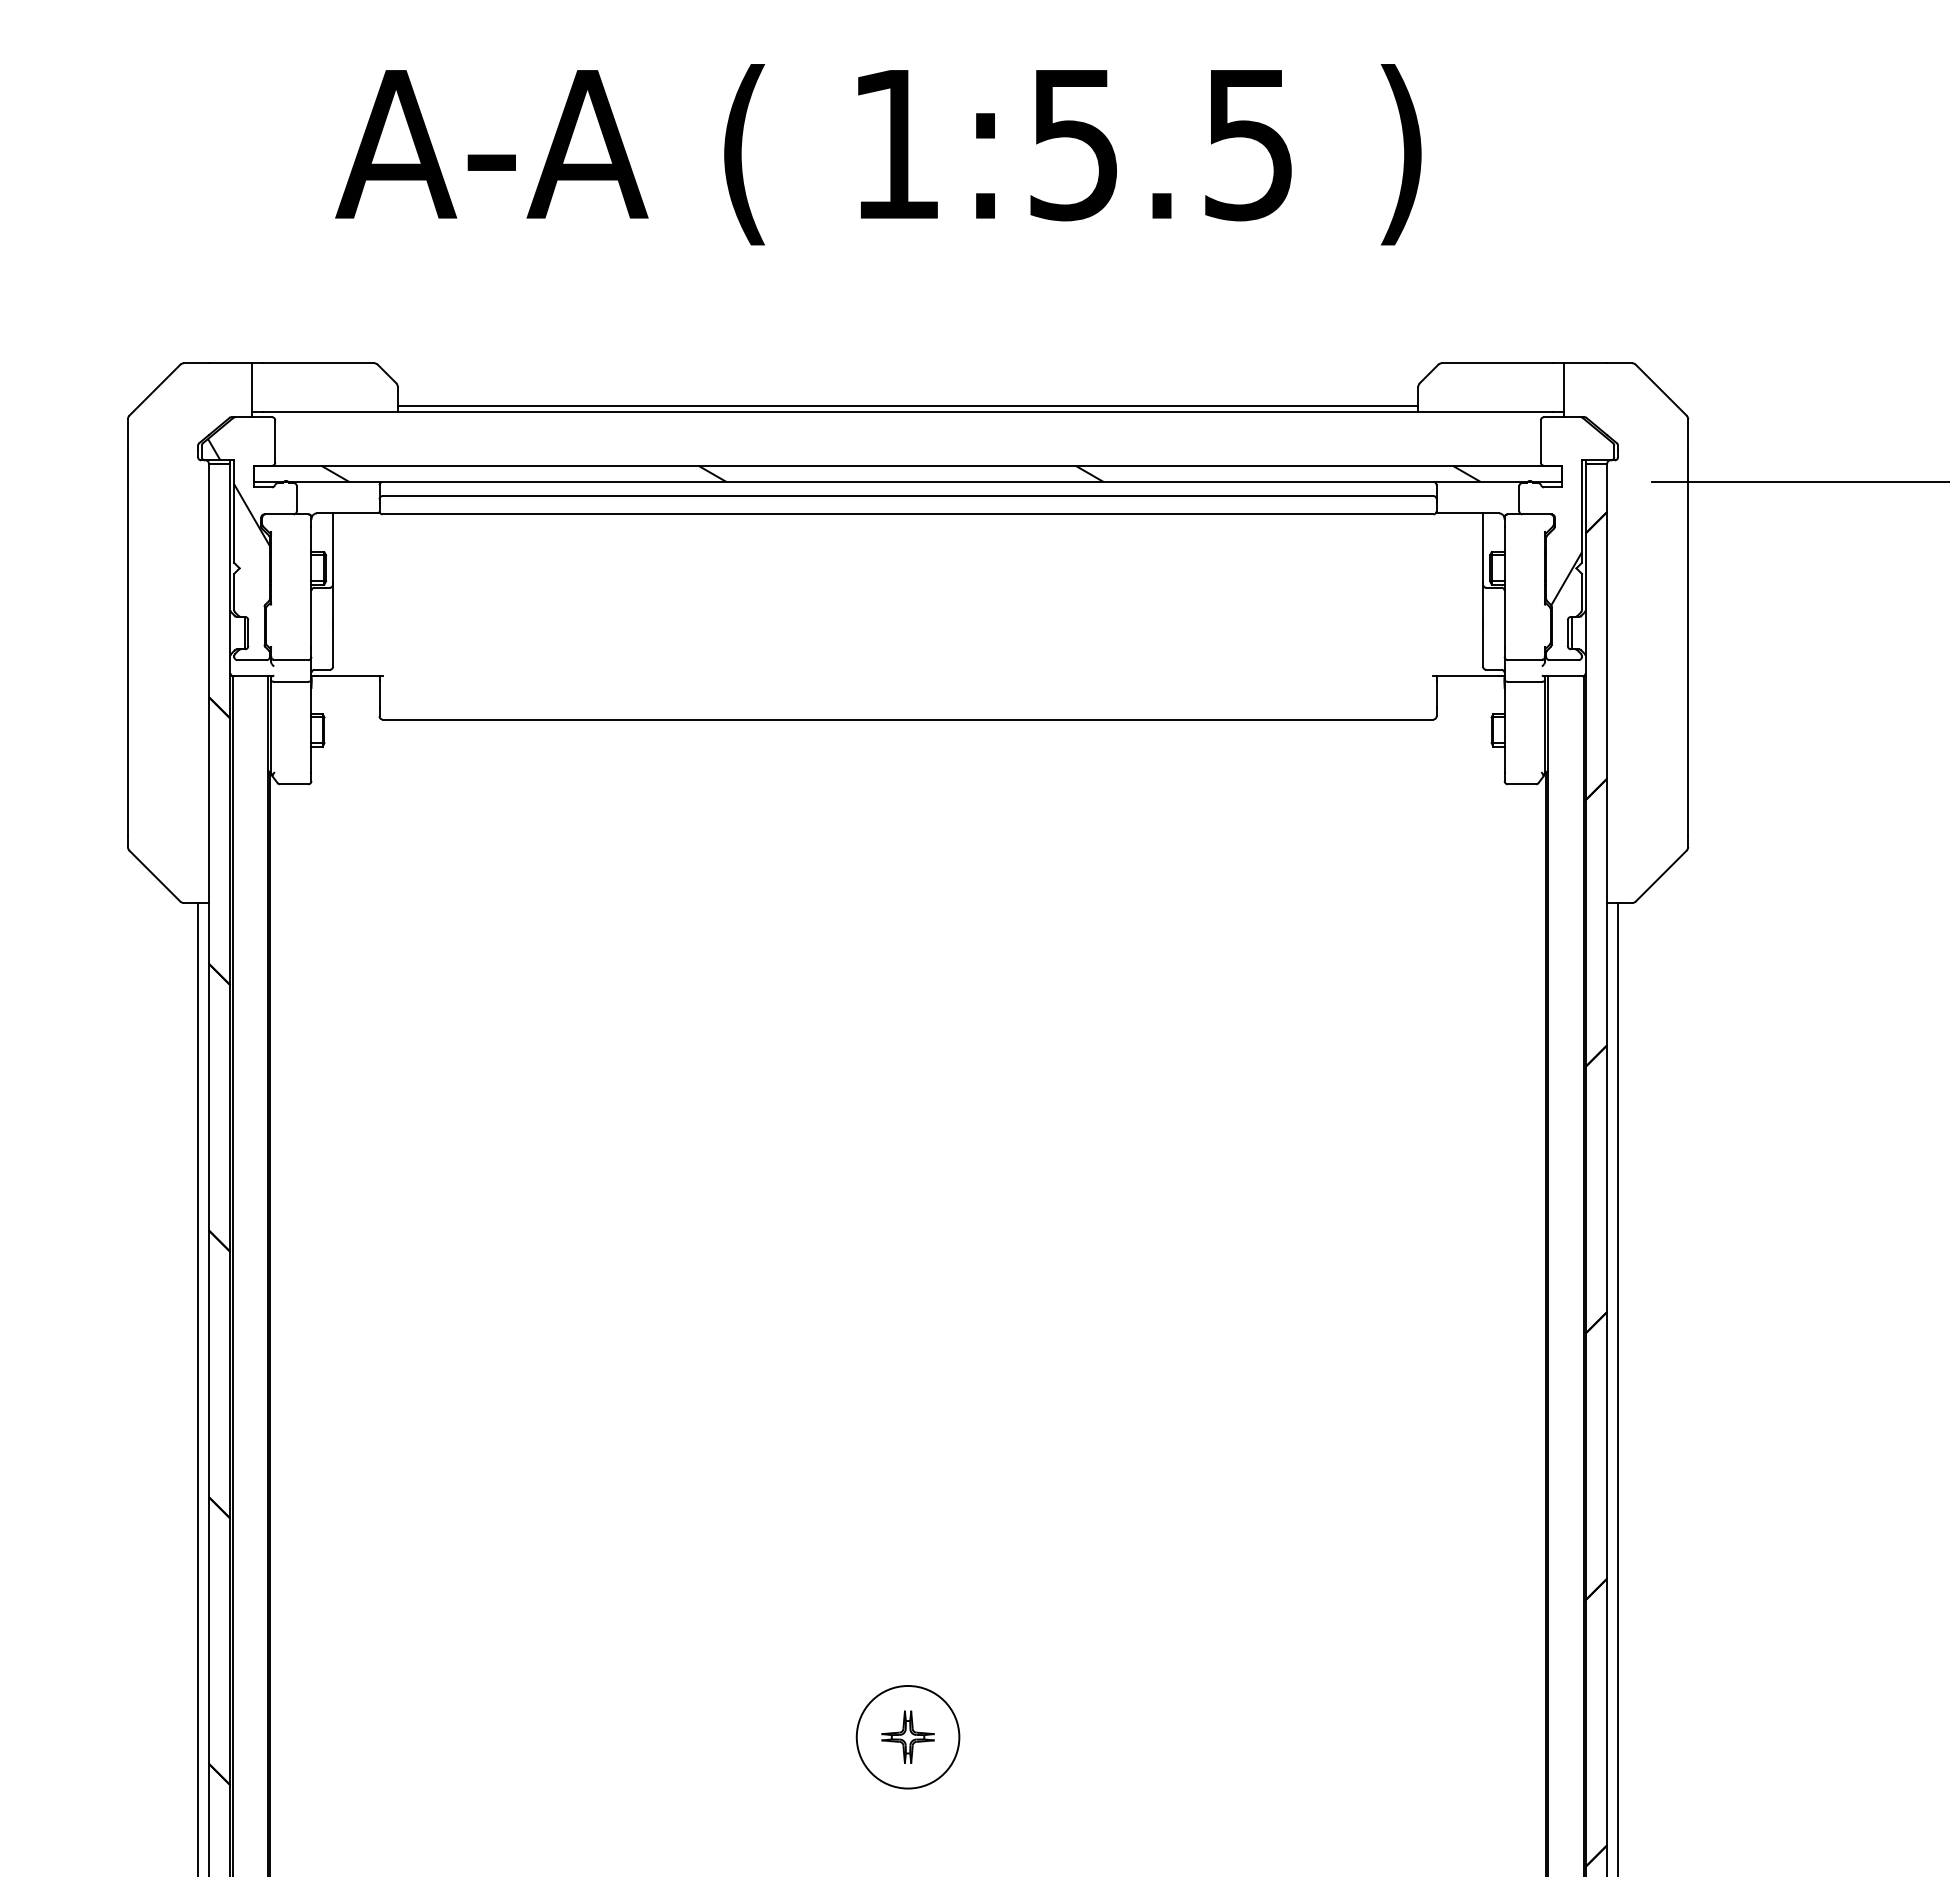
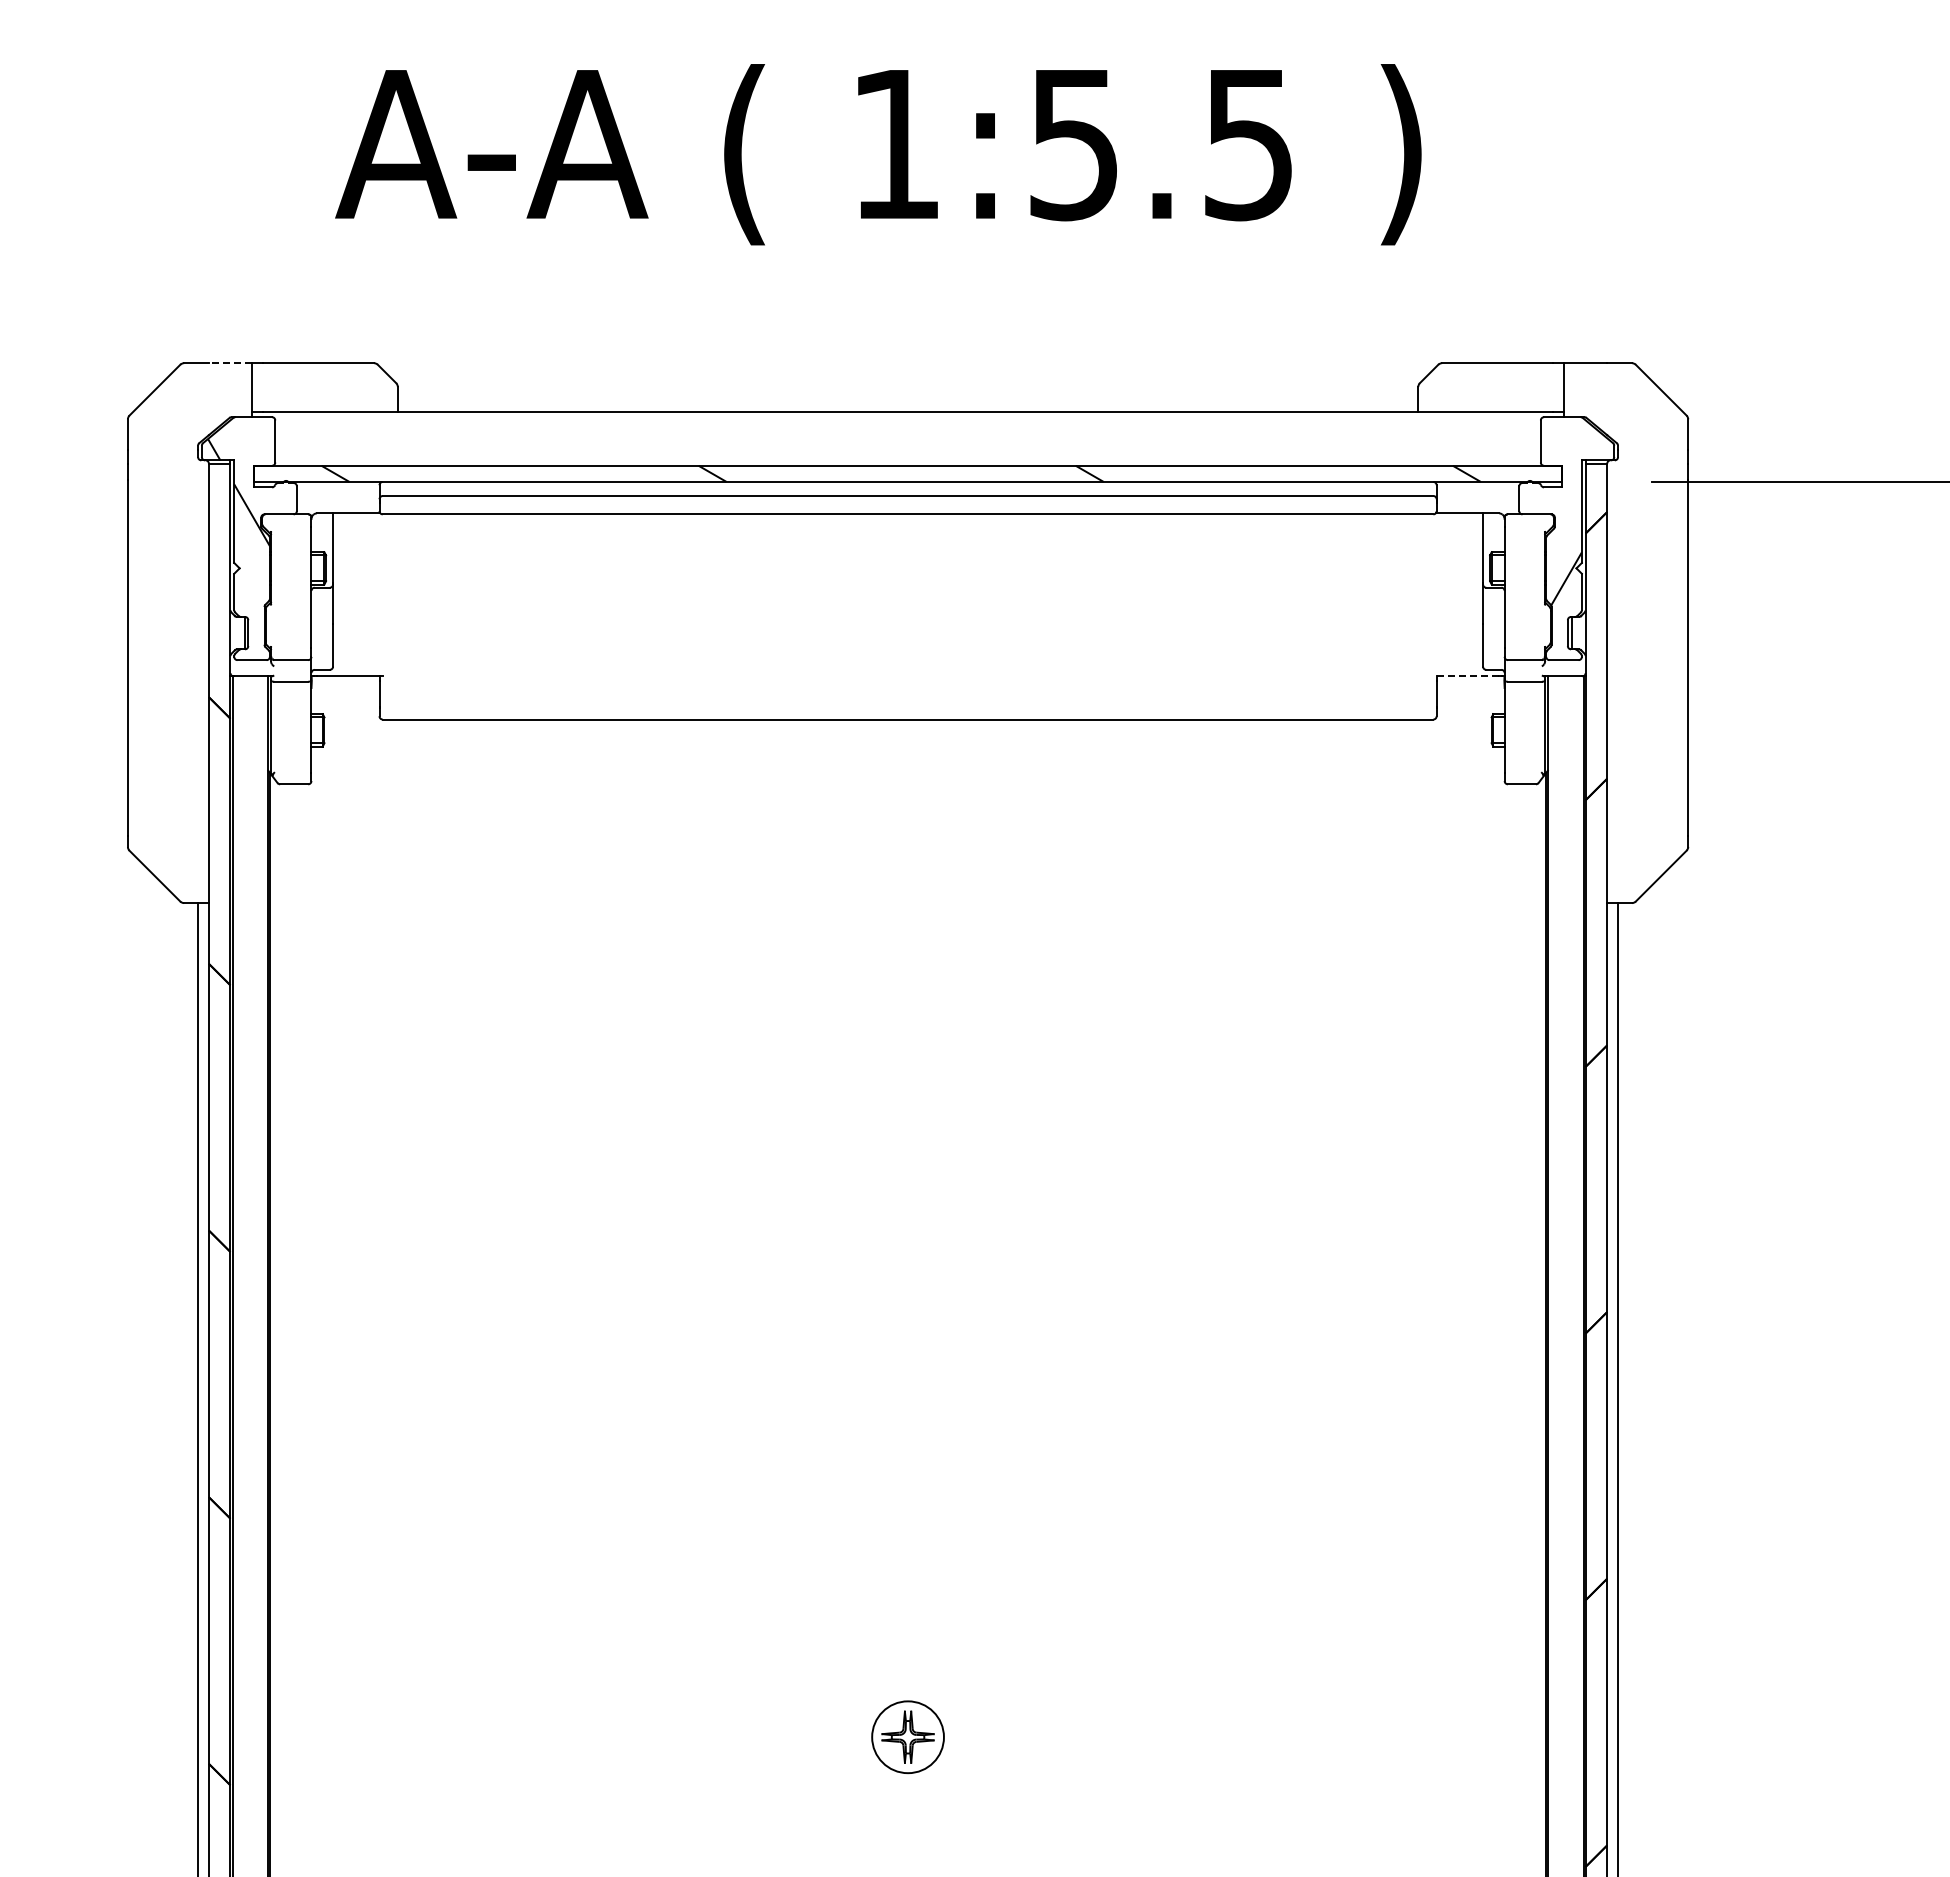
line at (230, 363): solid -> dashed
line at (907, 406): present -> none
line at (1466, 676): solid -> dashed
circle at (907, 1736) diameter: 103 px -> 72 px
